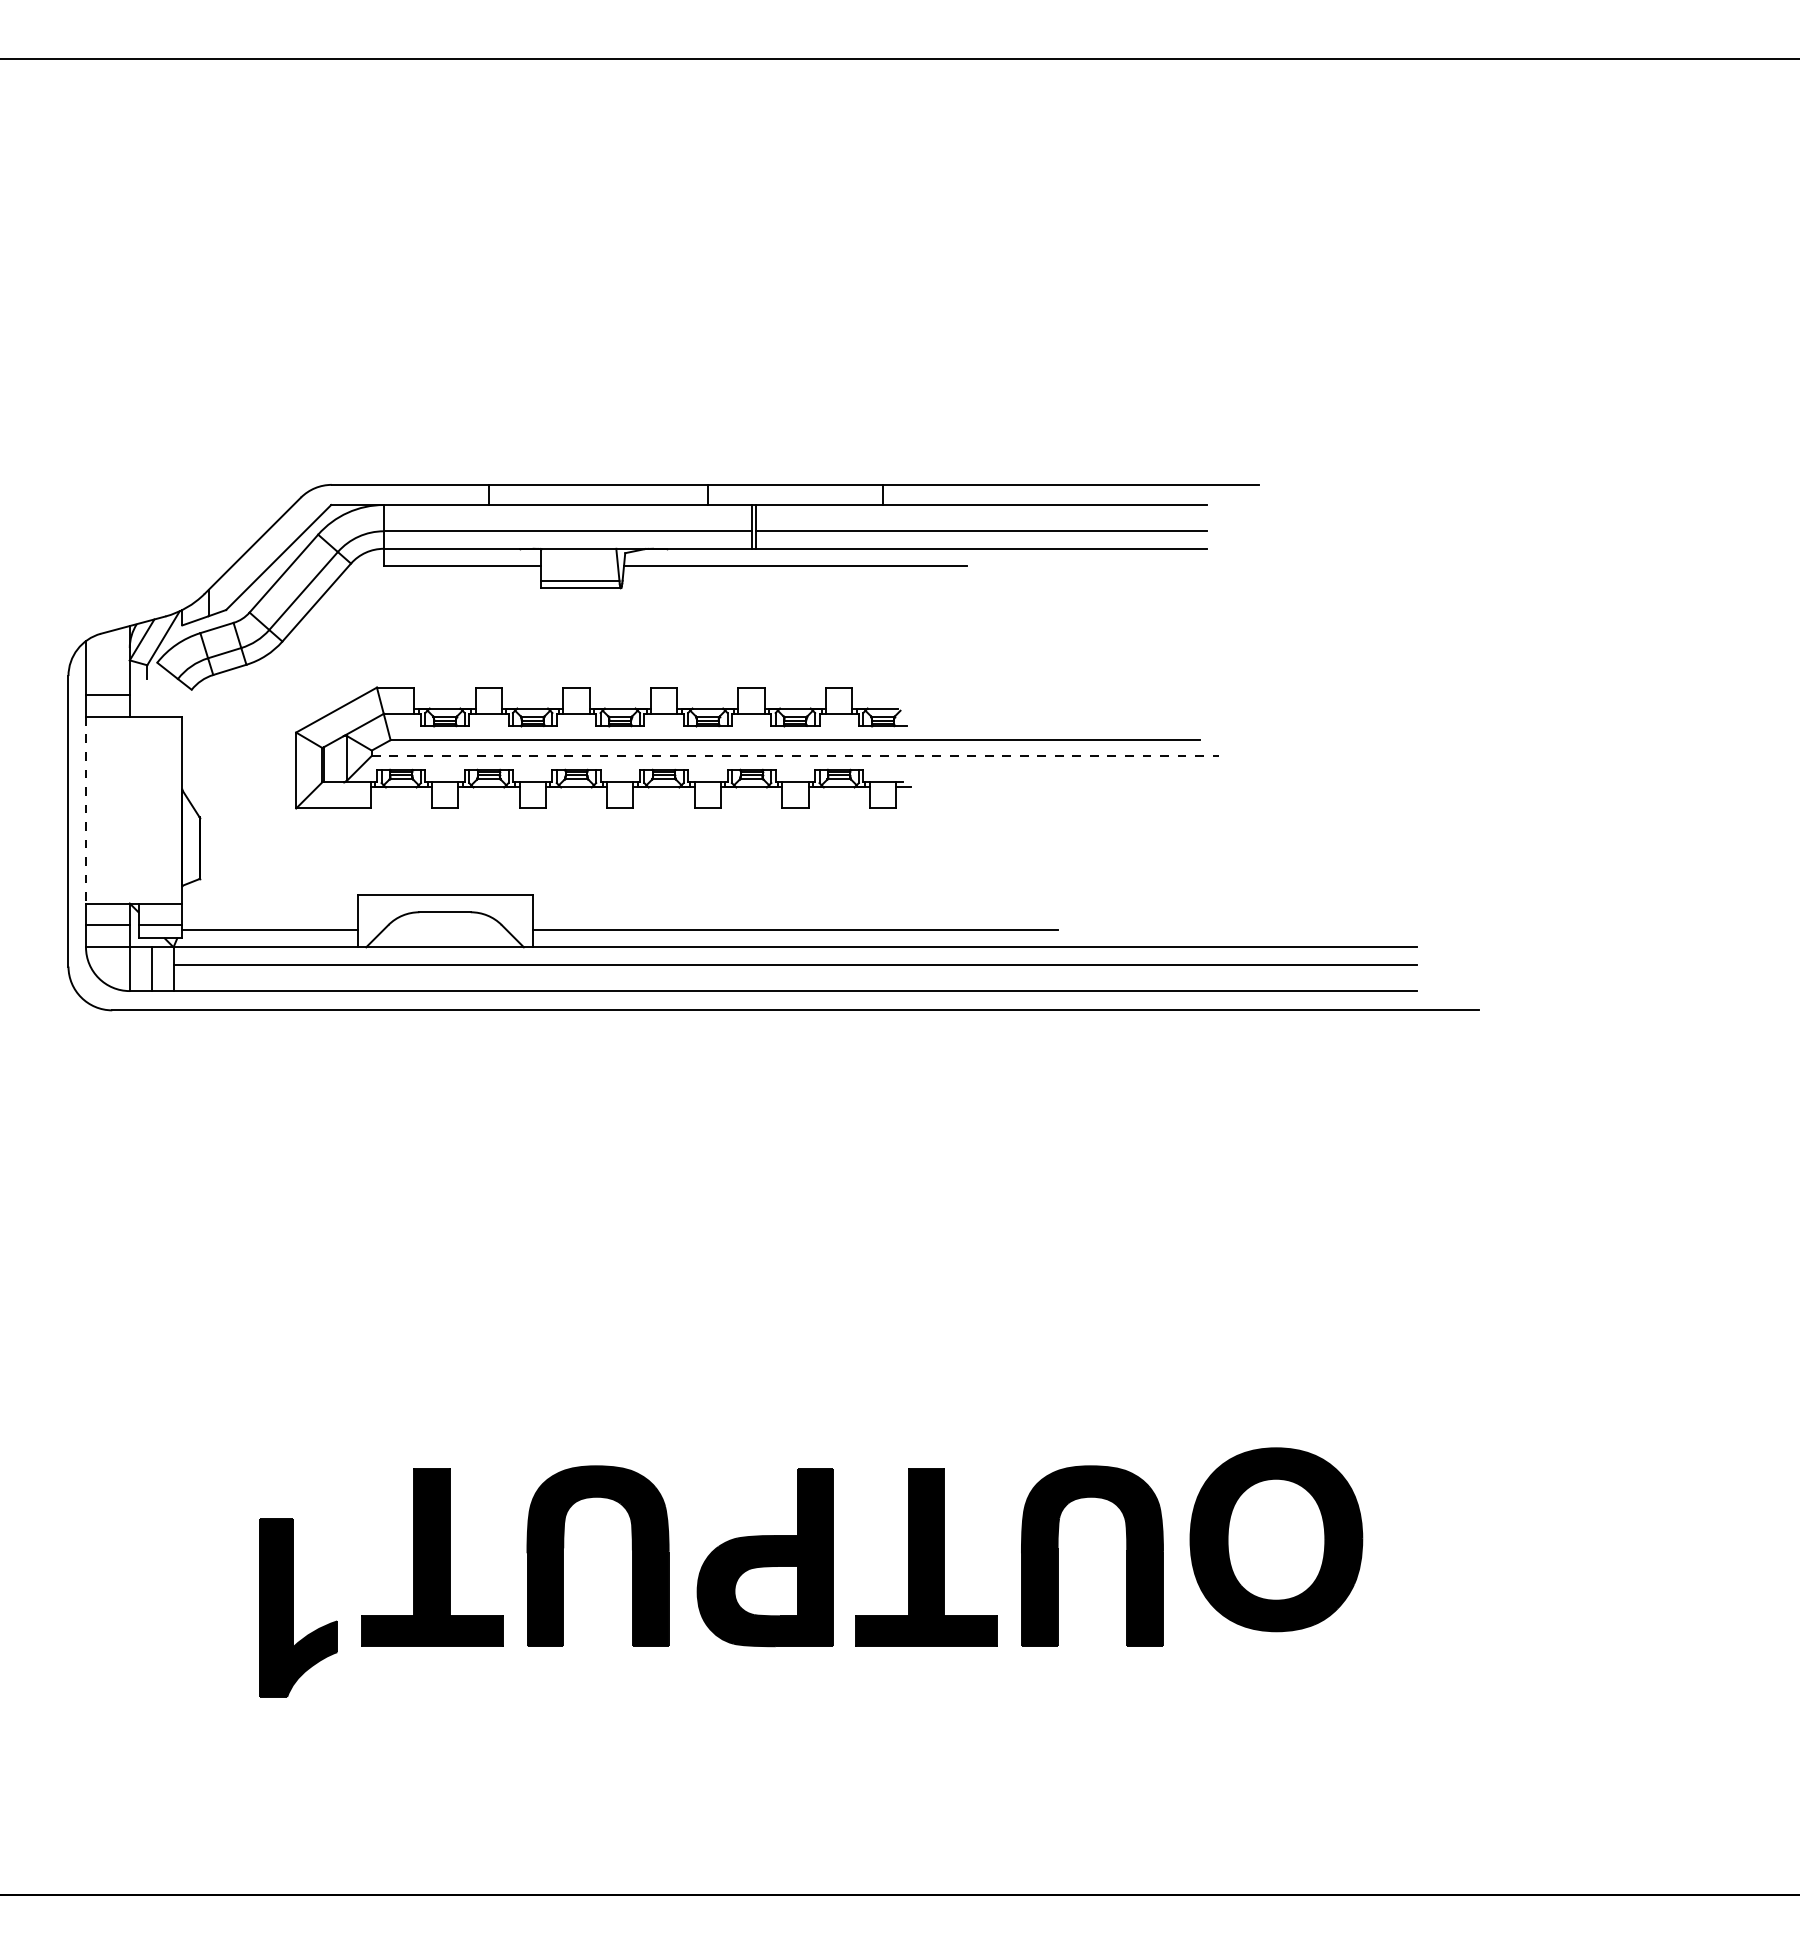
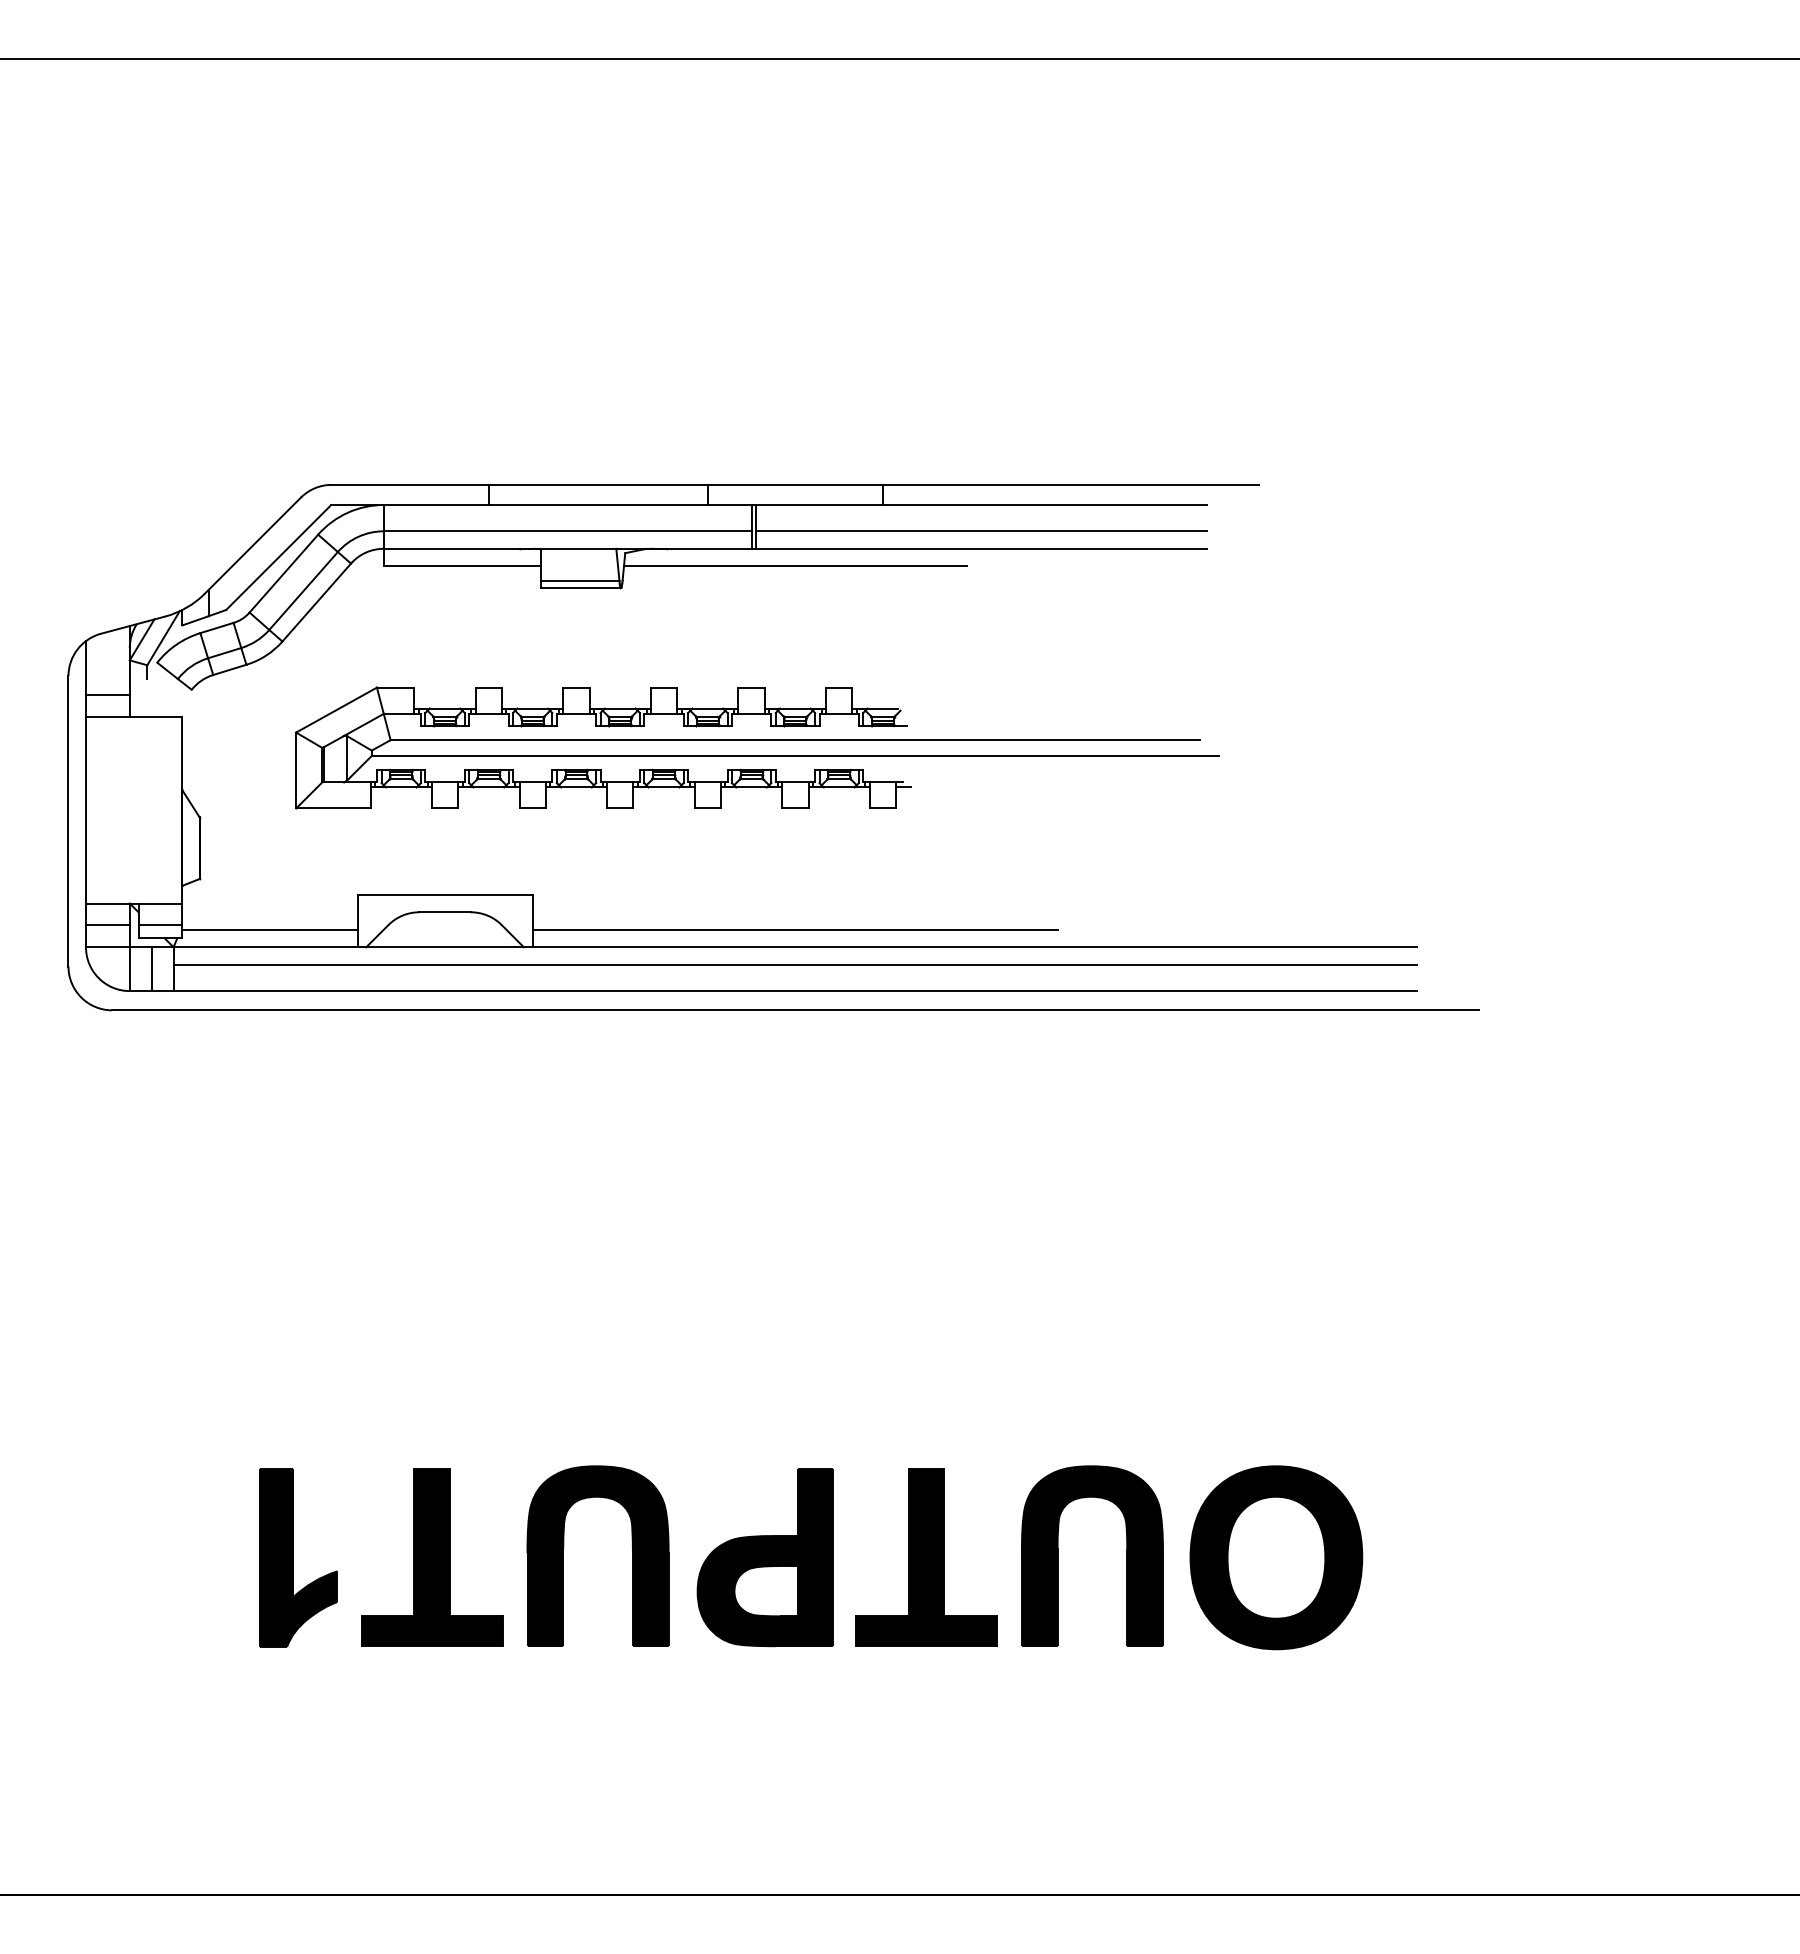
line at (795, 755): dashed -> solid
line at (86, 810): dashed -> solid
part at (1276, 1539) position: (1276, 1539) -> (1276, 1557)
part at (298, 1607) position: (298, 1607) -> (298, 1557)
